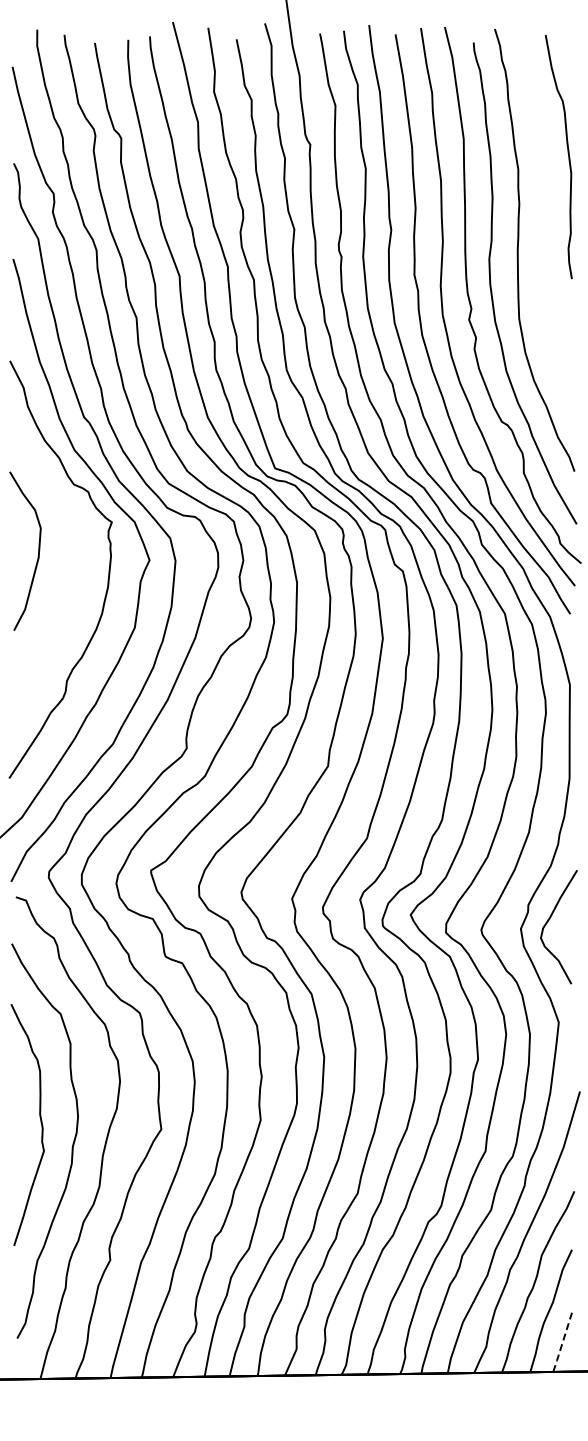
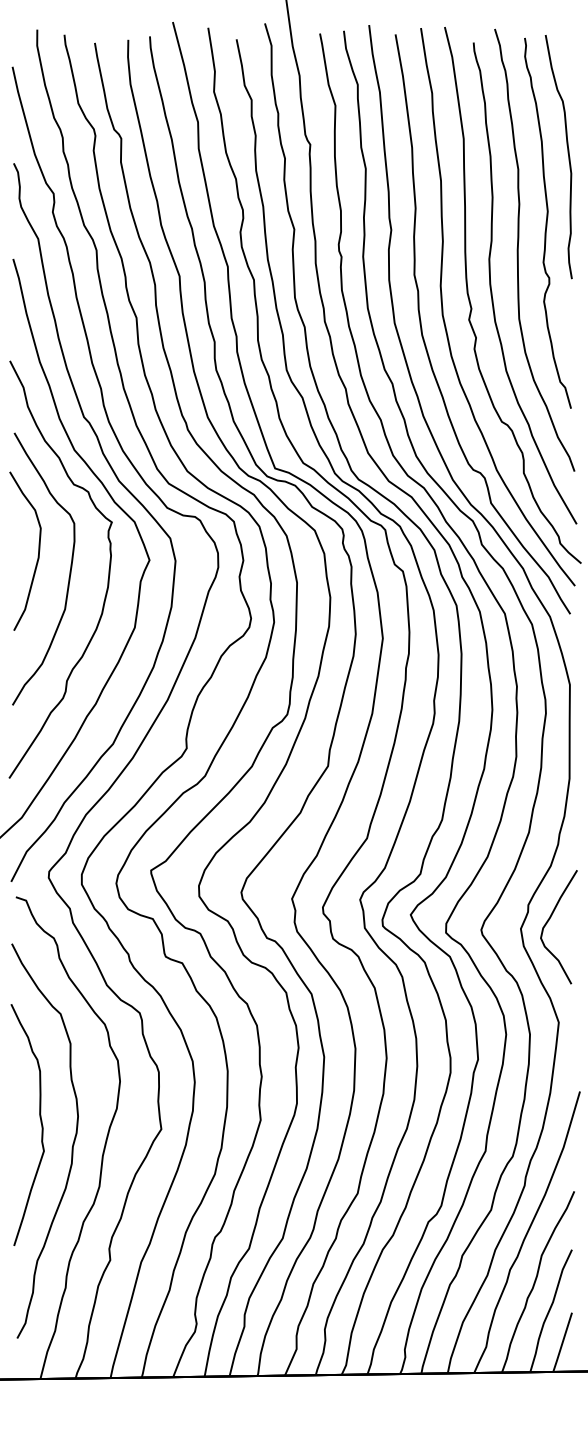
curve at (547, 222): none -> present
curve at (69, 570): none -> present
line at (562, 1343): dashed -> solid
